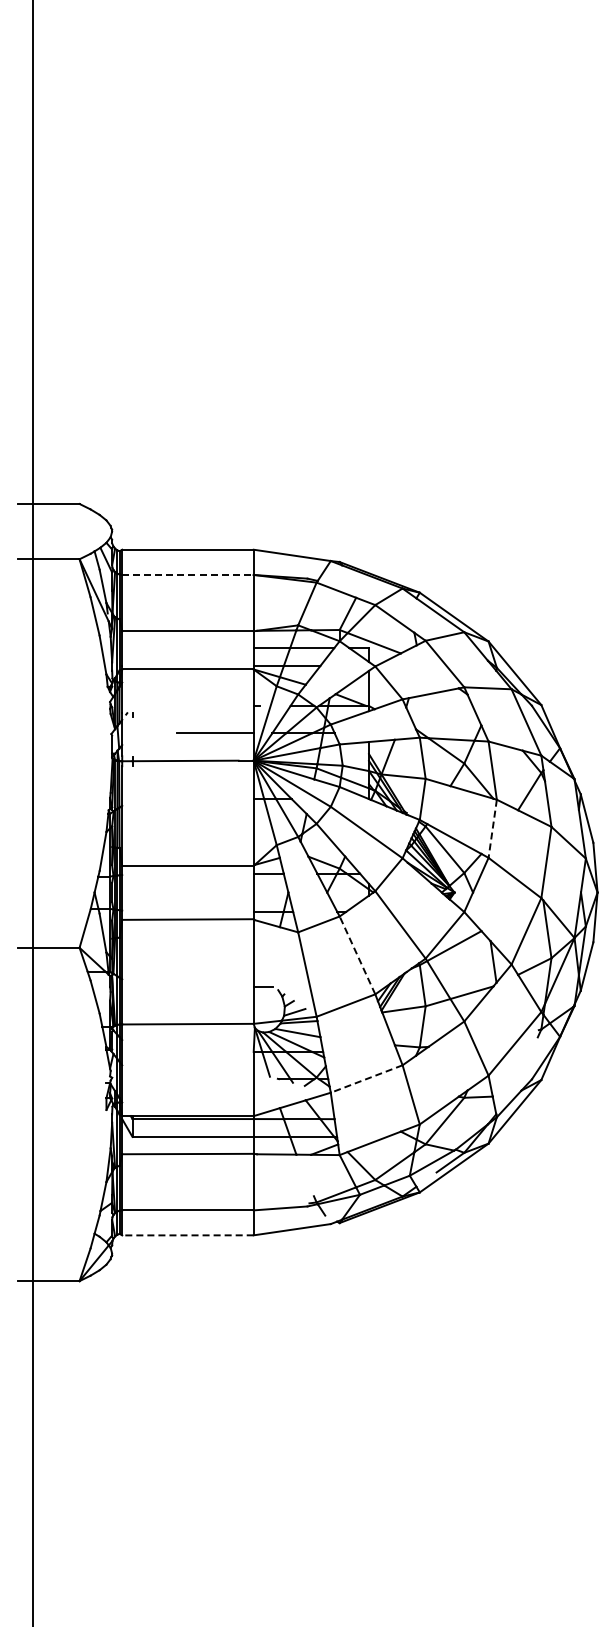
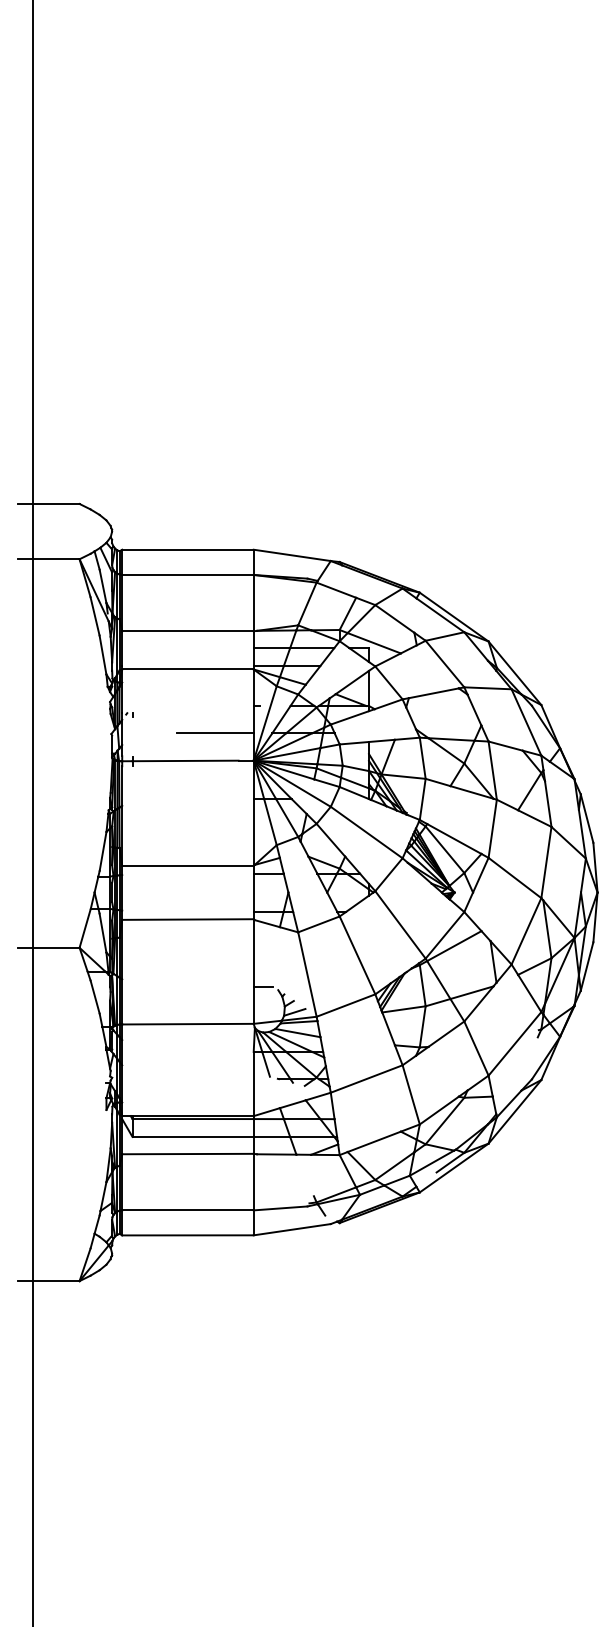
line at (187, 574): dashed -> solid
line at (492, 829): dashed -> solid
line at (357, 955): dashed -> solid
line at (366, 1079): dashed -> solid
line at (187, 1235): dashed -> solid
